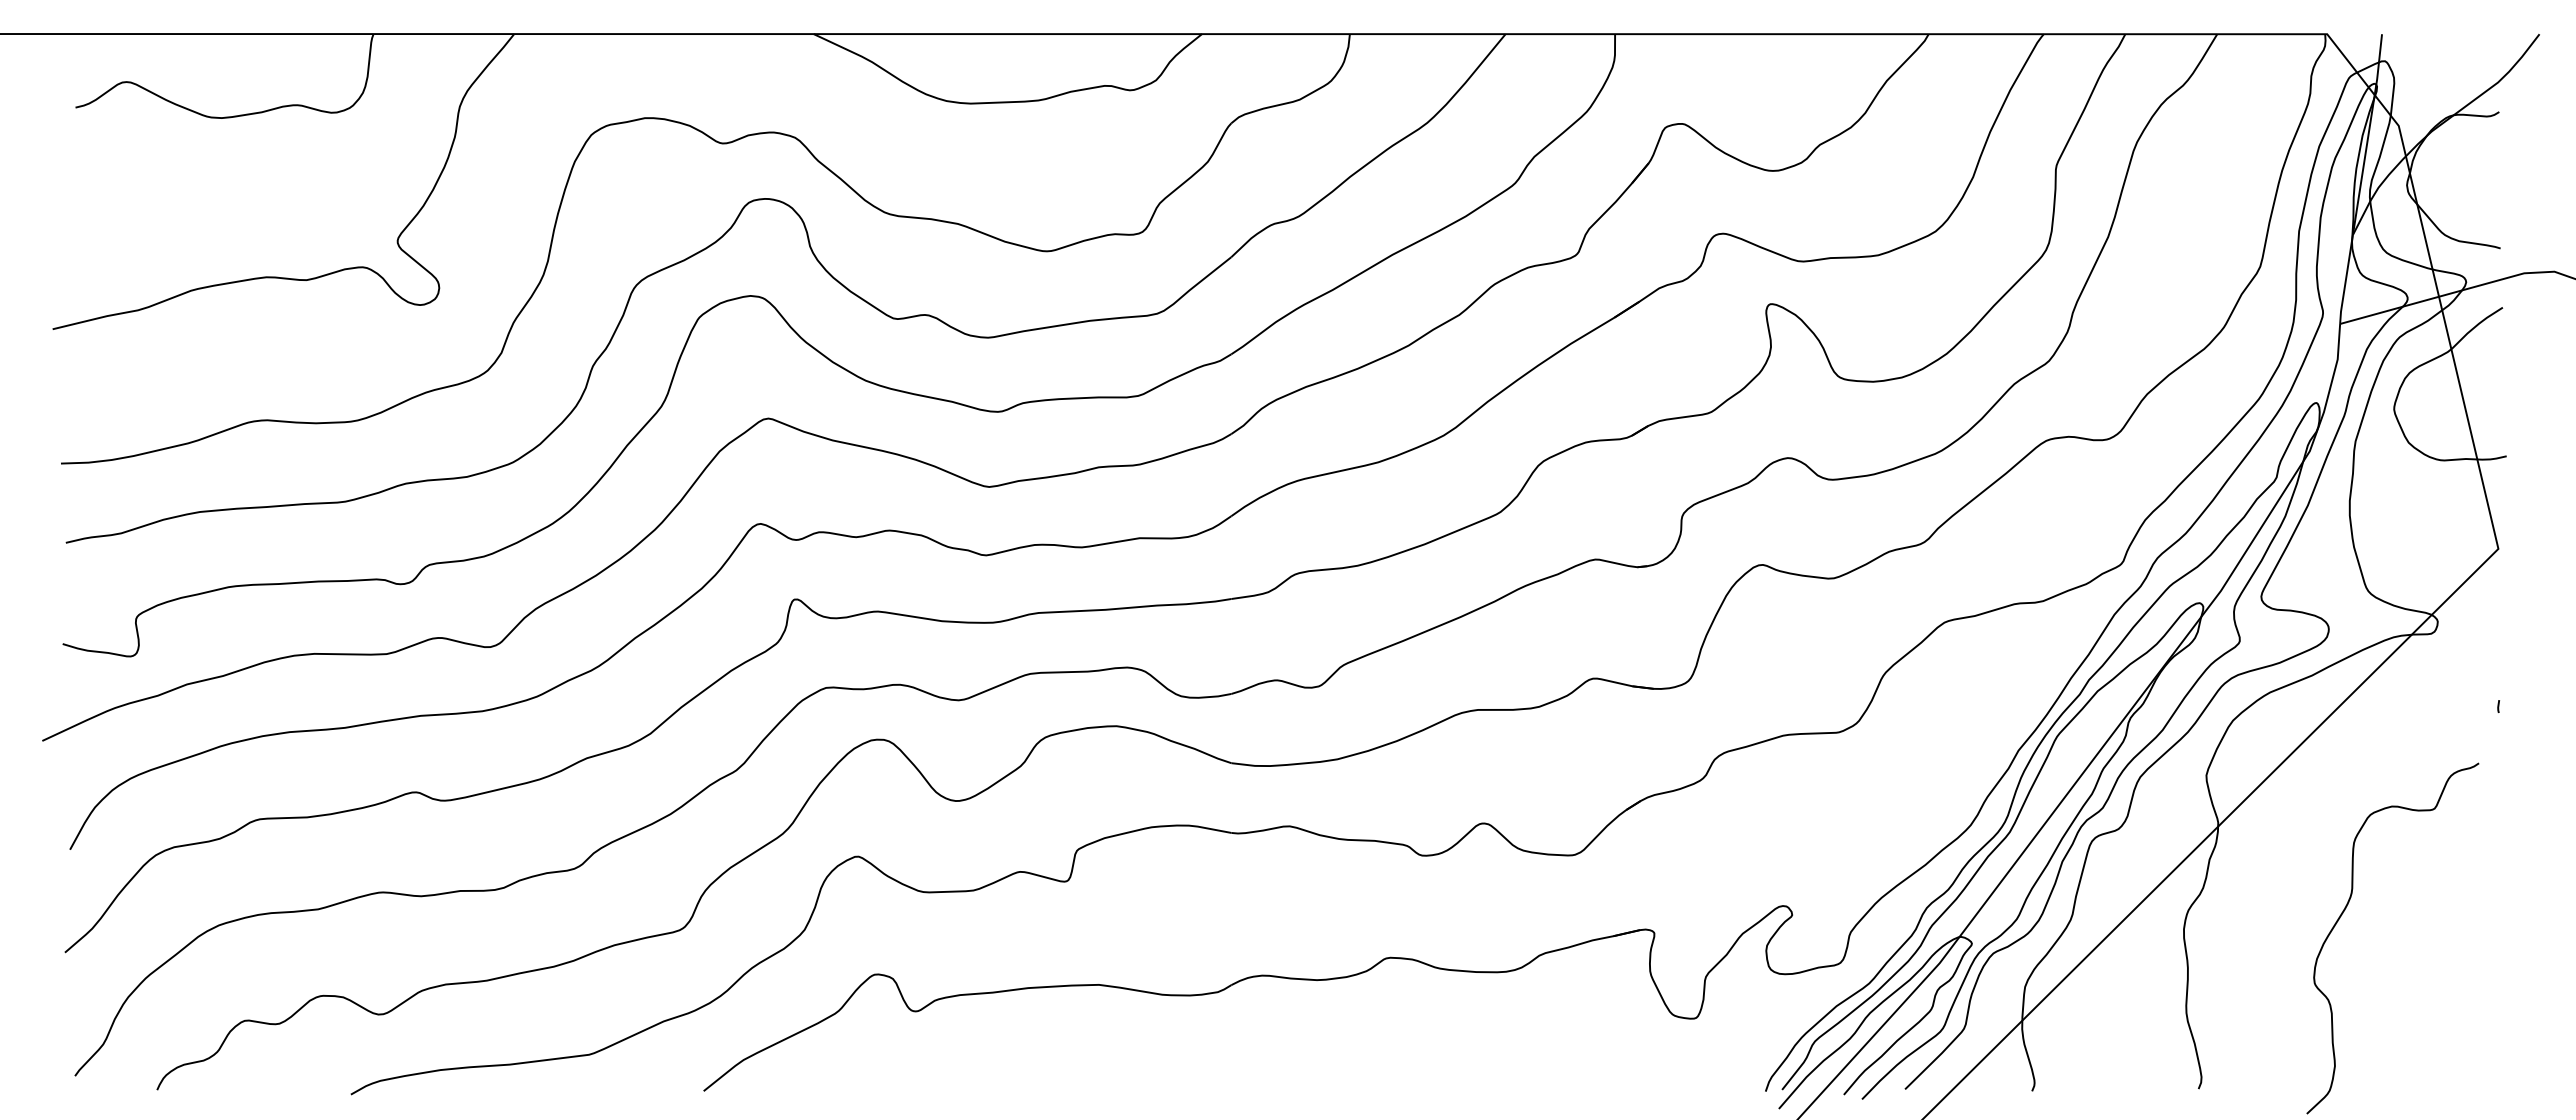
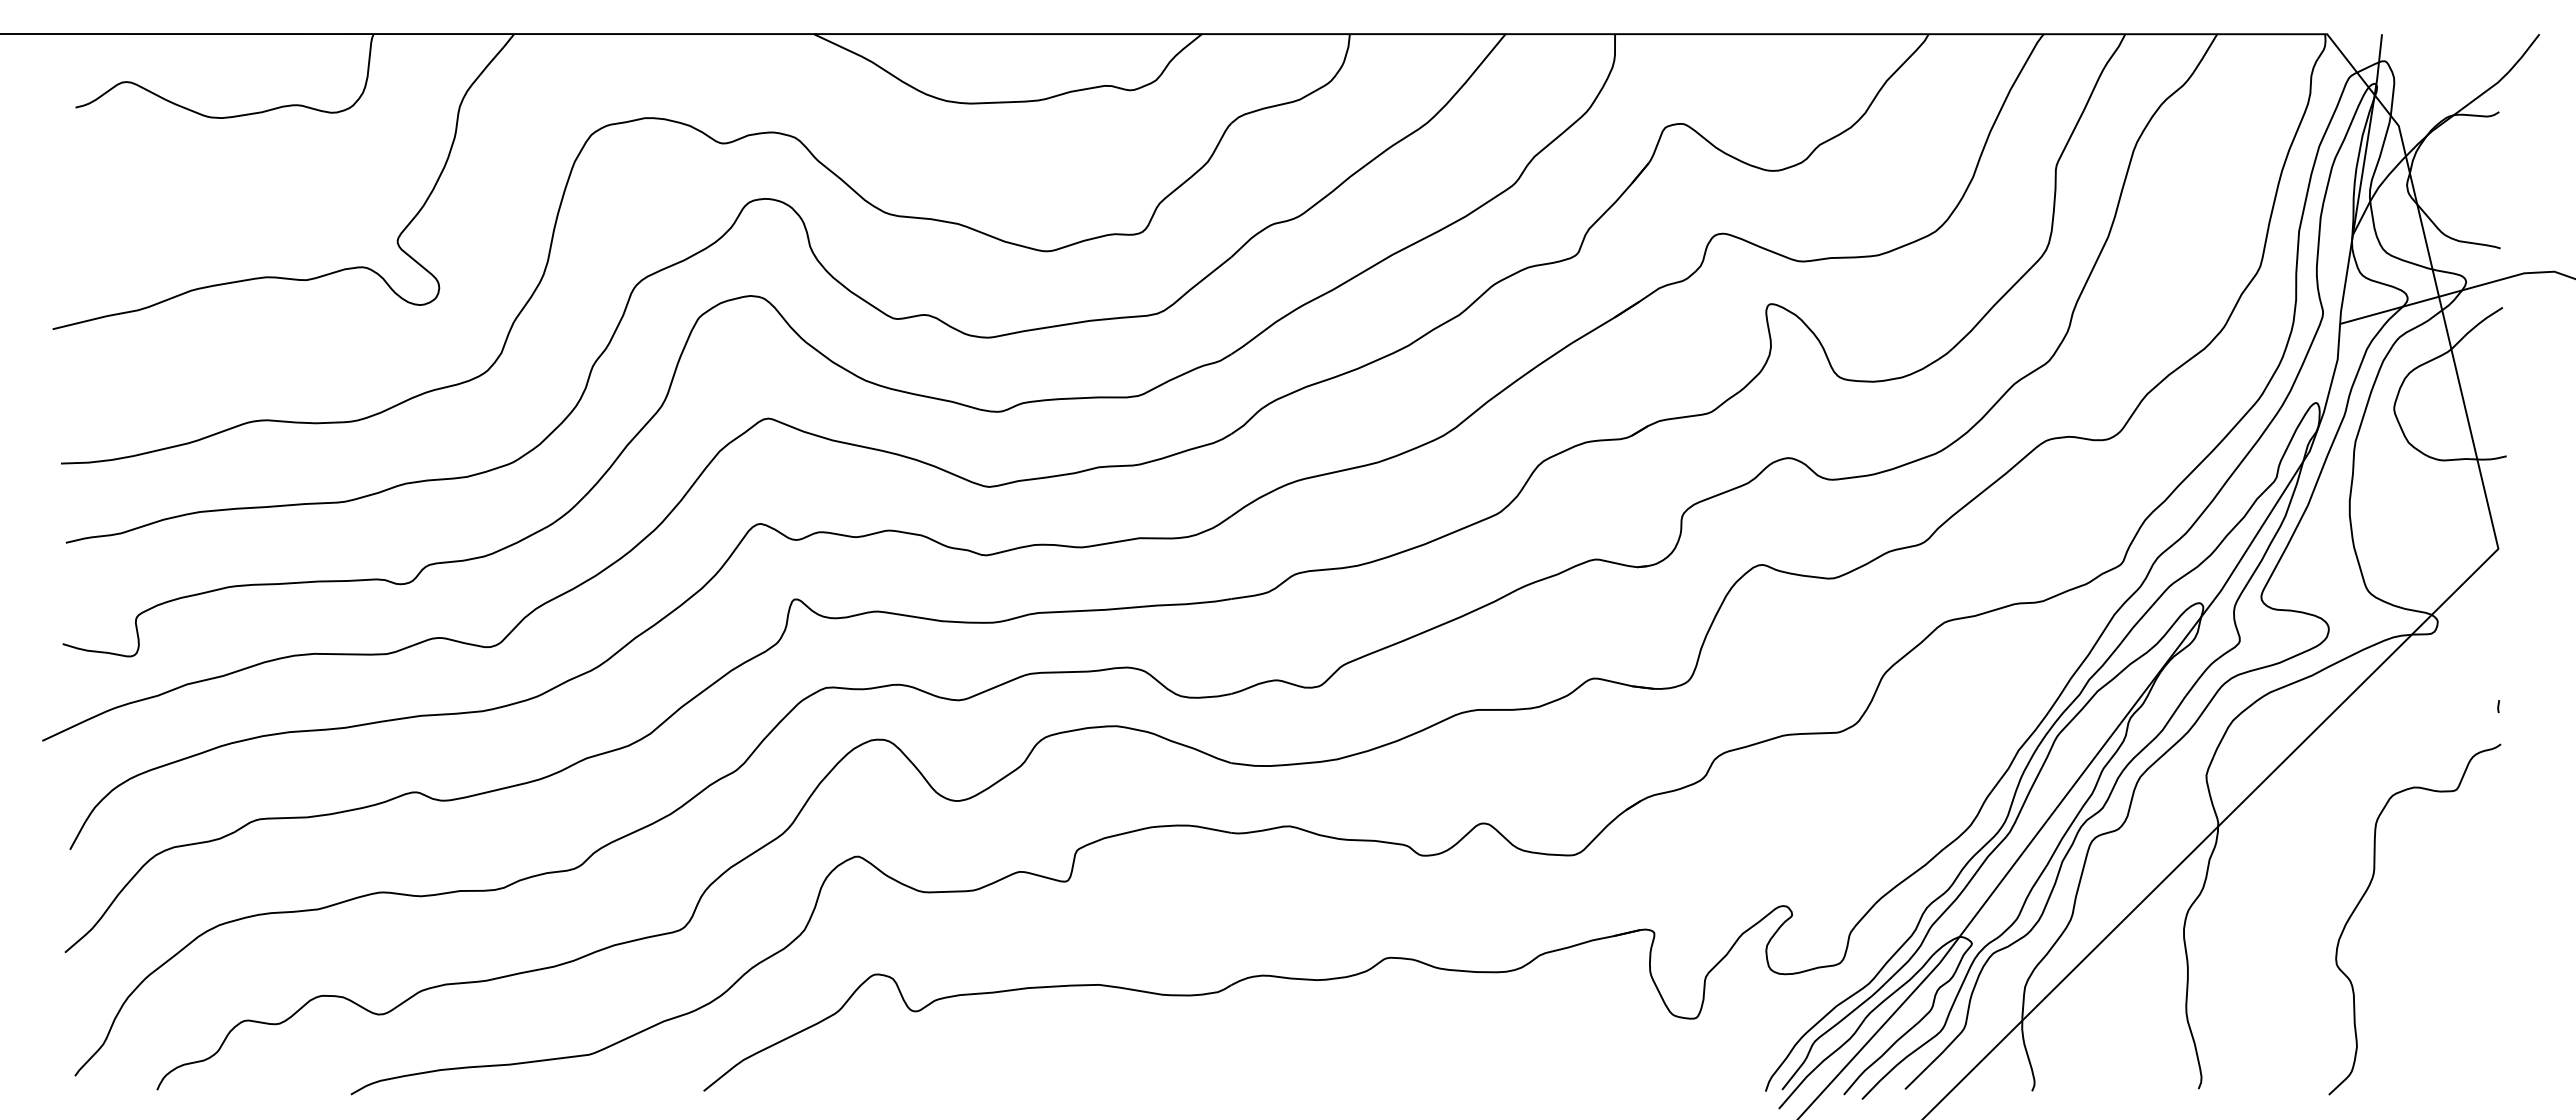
curve at (2345, 910) position: (2345, 910) -> (2367, 891)
